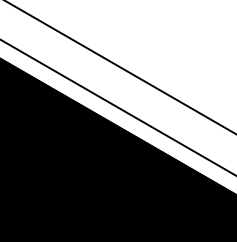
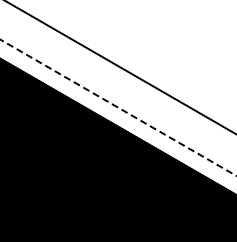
line at (118, 107): solid -> dashed
